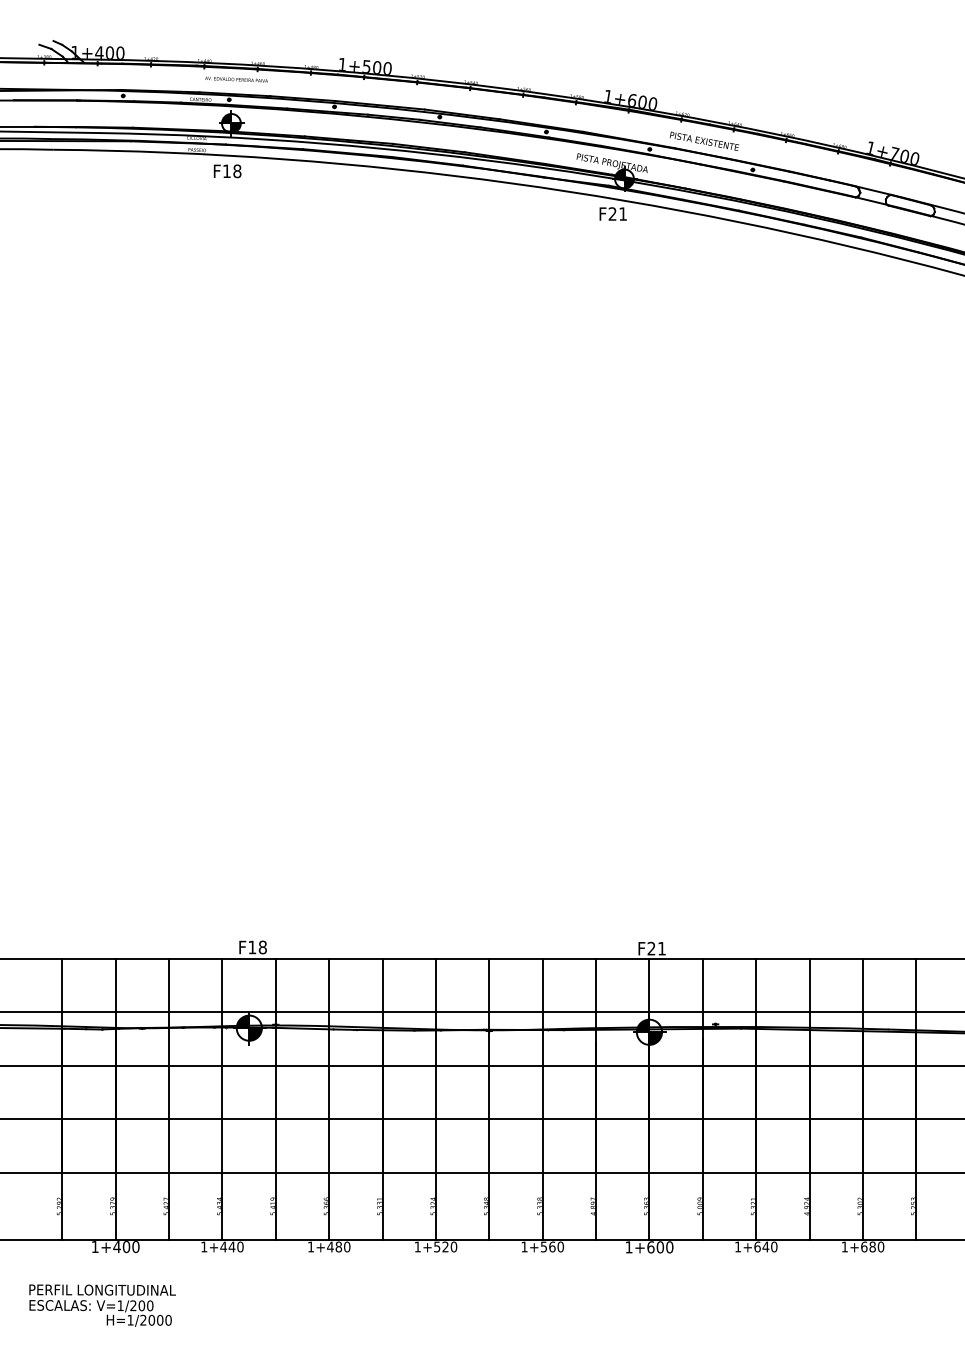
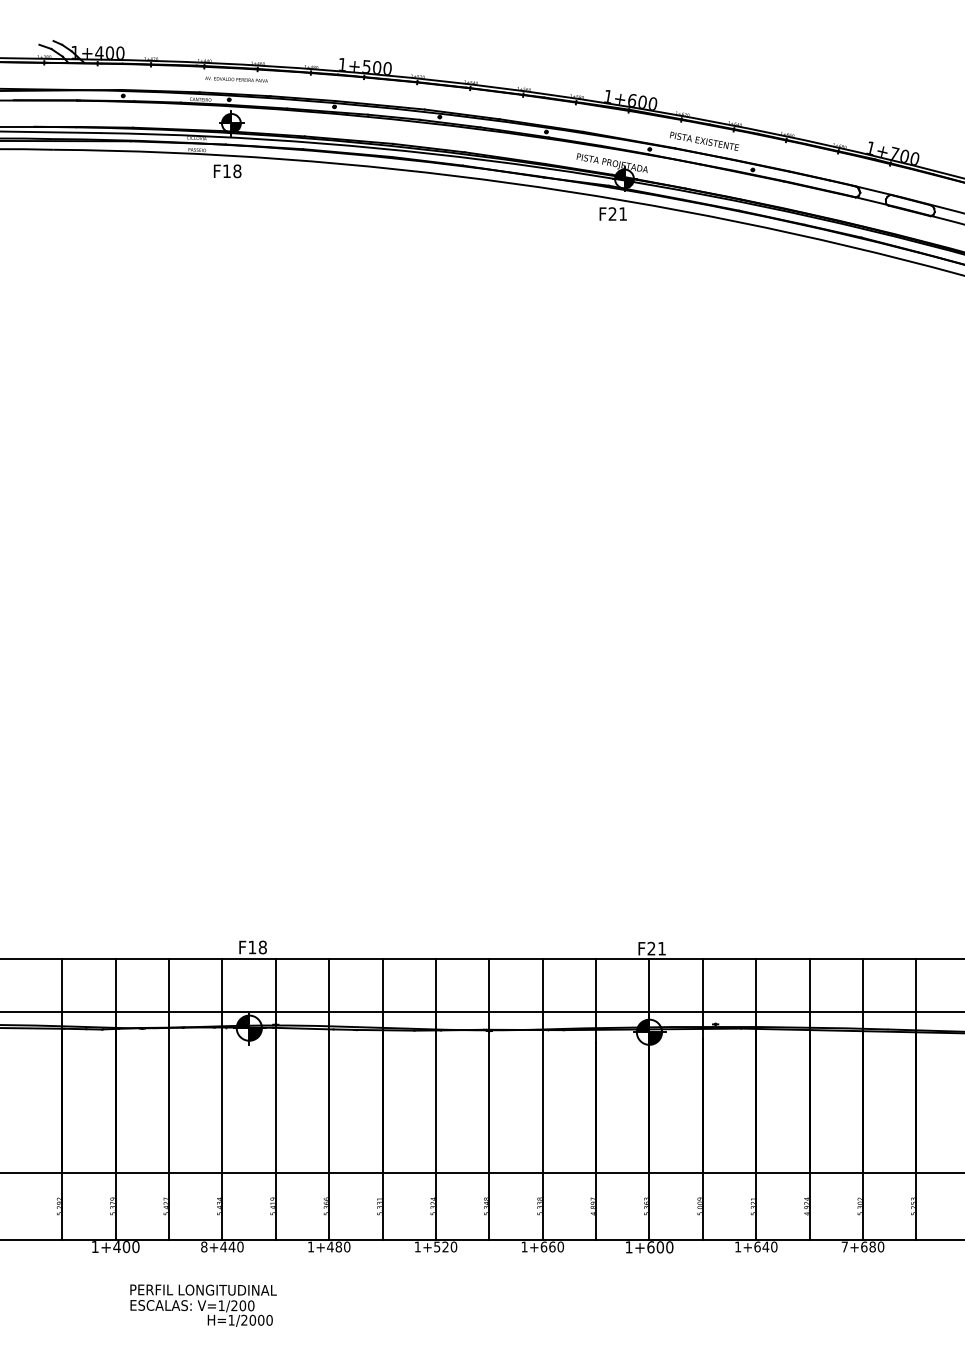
line at (481, 1065): present -> none
line at (481, 1119): present -> none
text at (204, 1246): 1+440 -> 8+440
text at (543, 1246): 1+560 -> 1+660
text at (844, 1246): 1+680 -> 7+680
text at (102, 1305) position: (102, 1305) -> (203, 1305)
